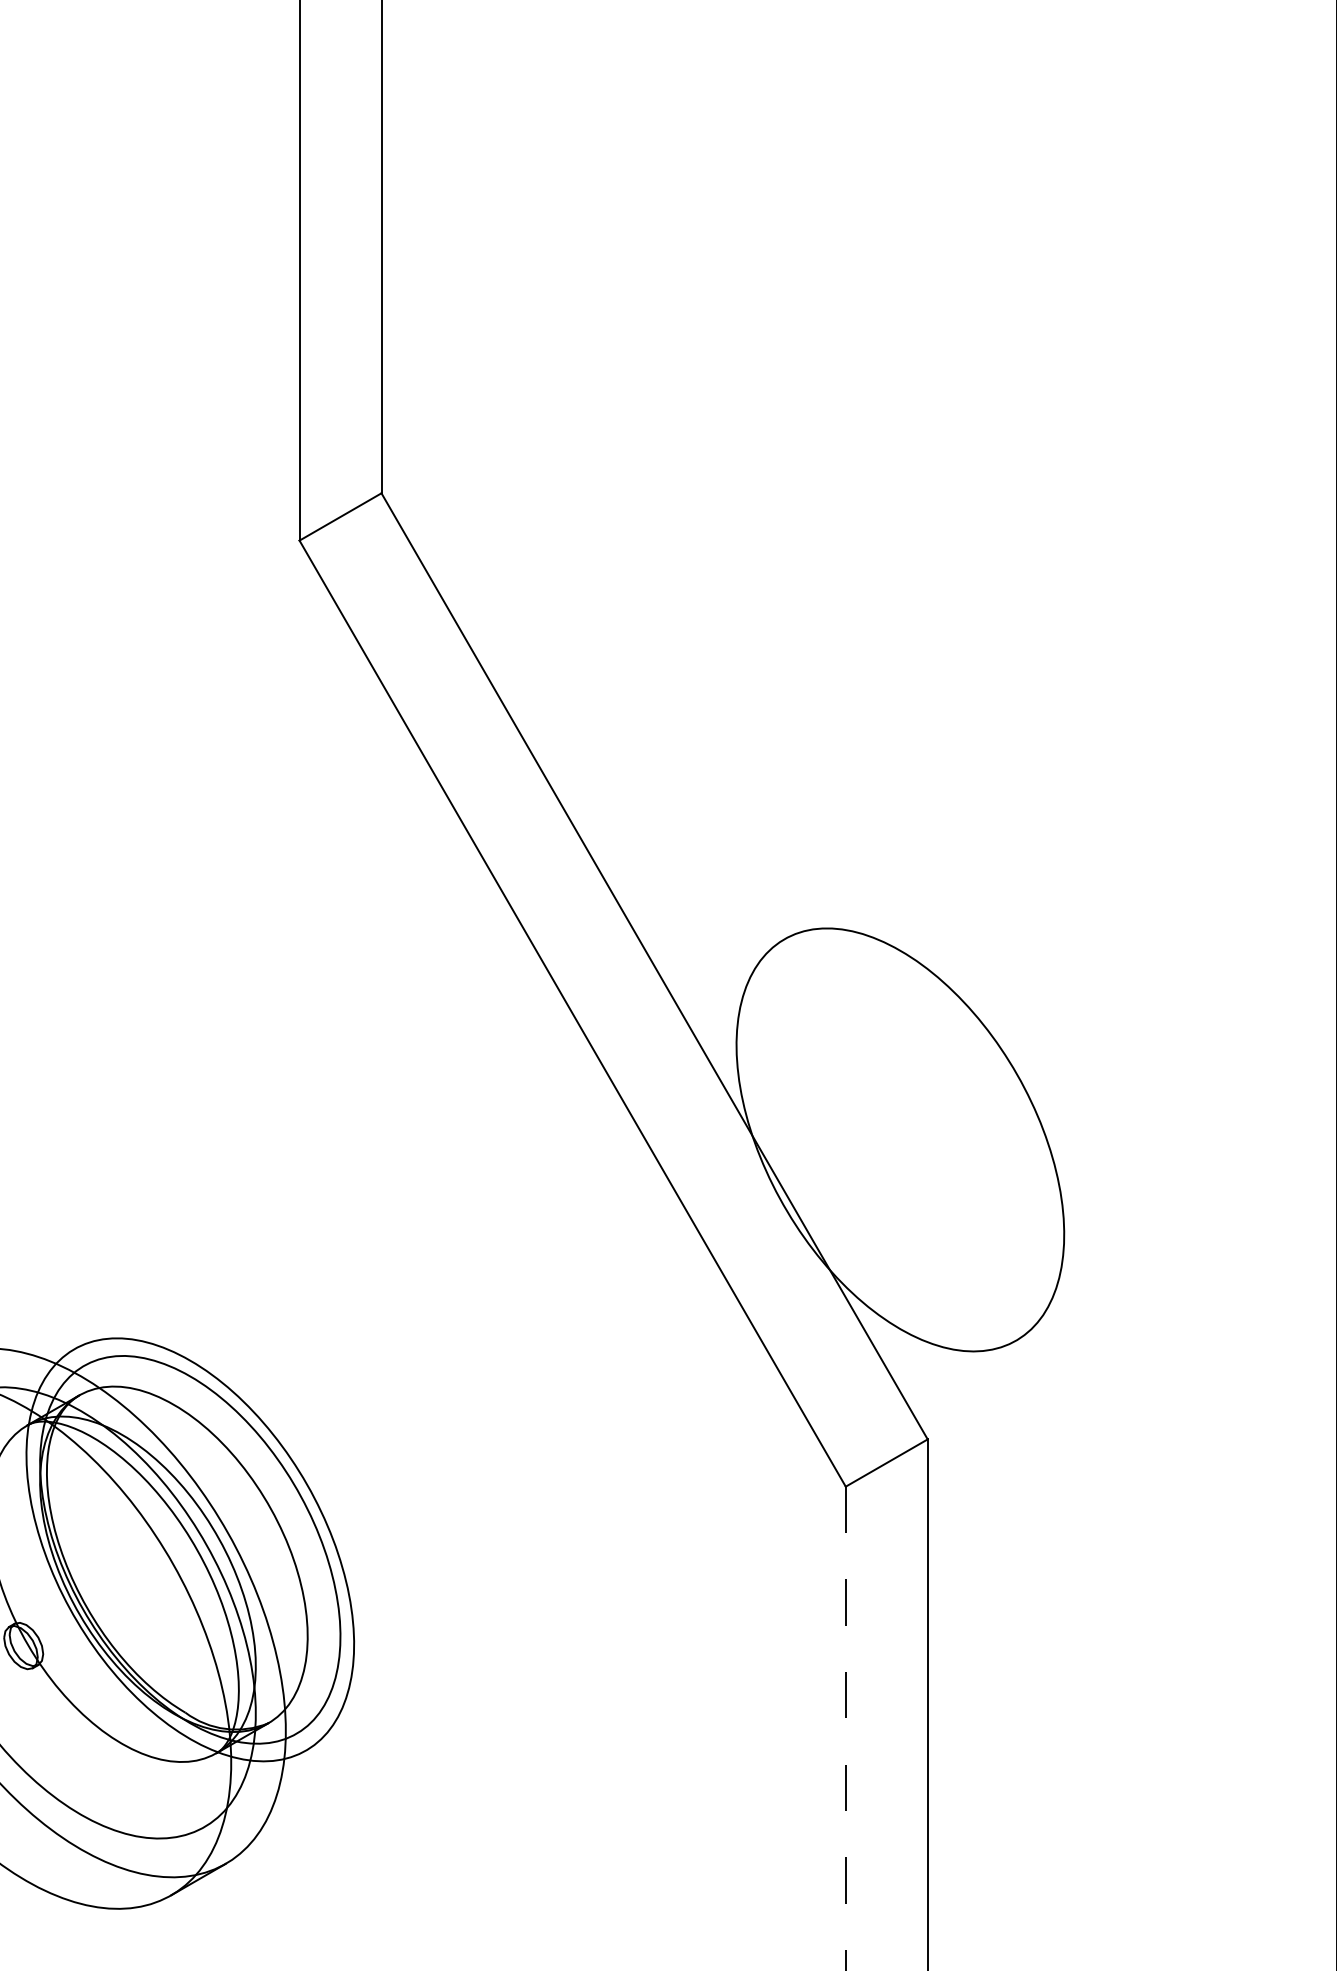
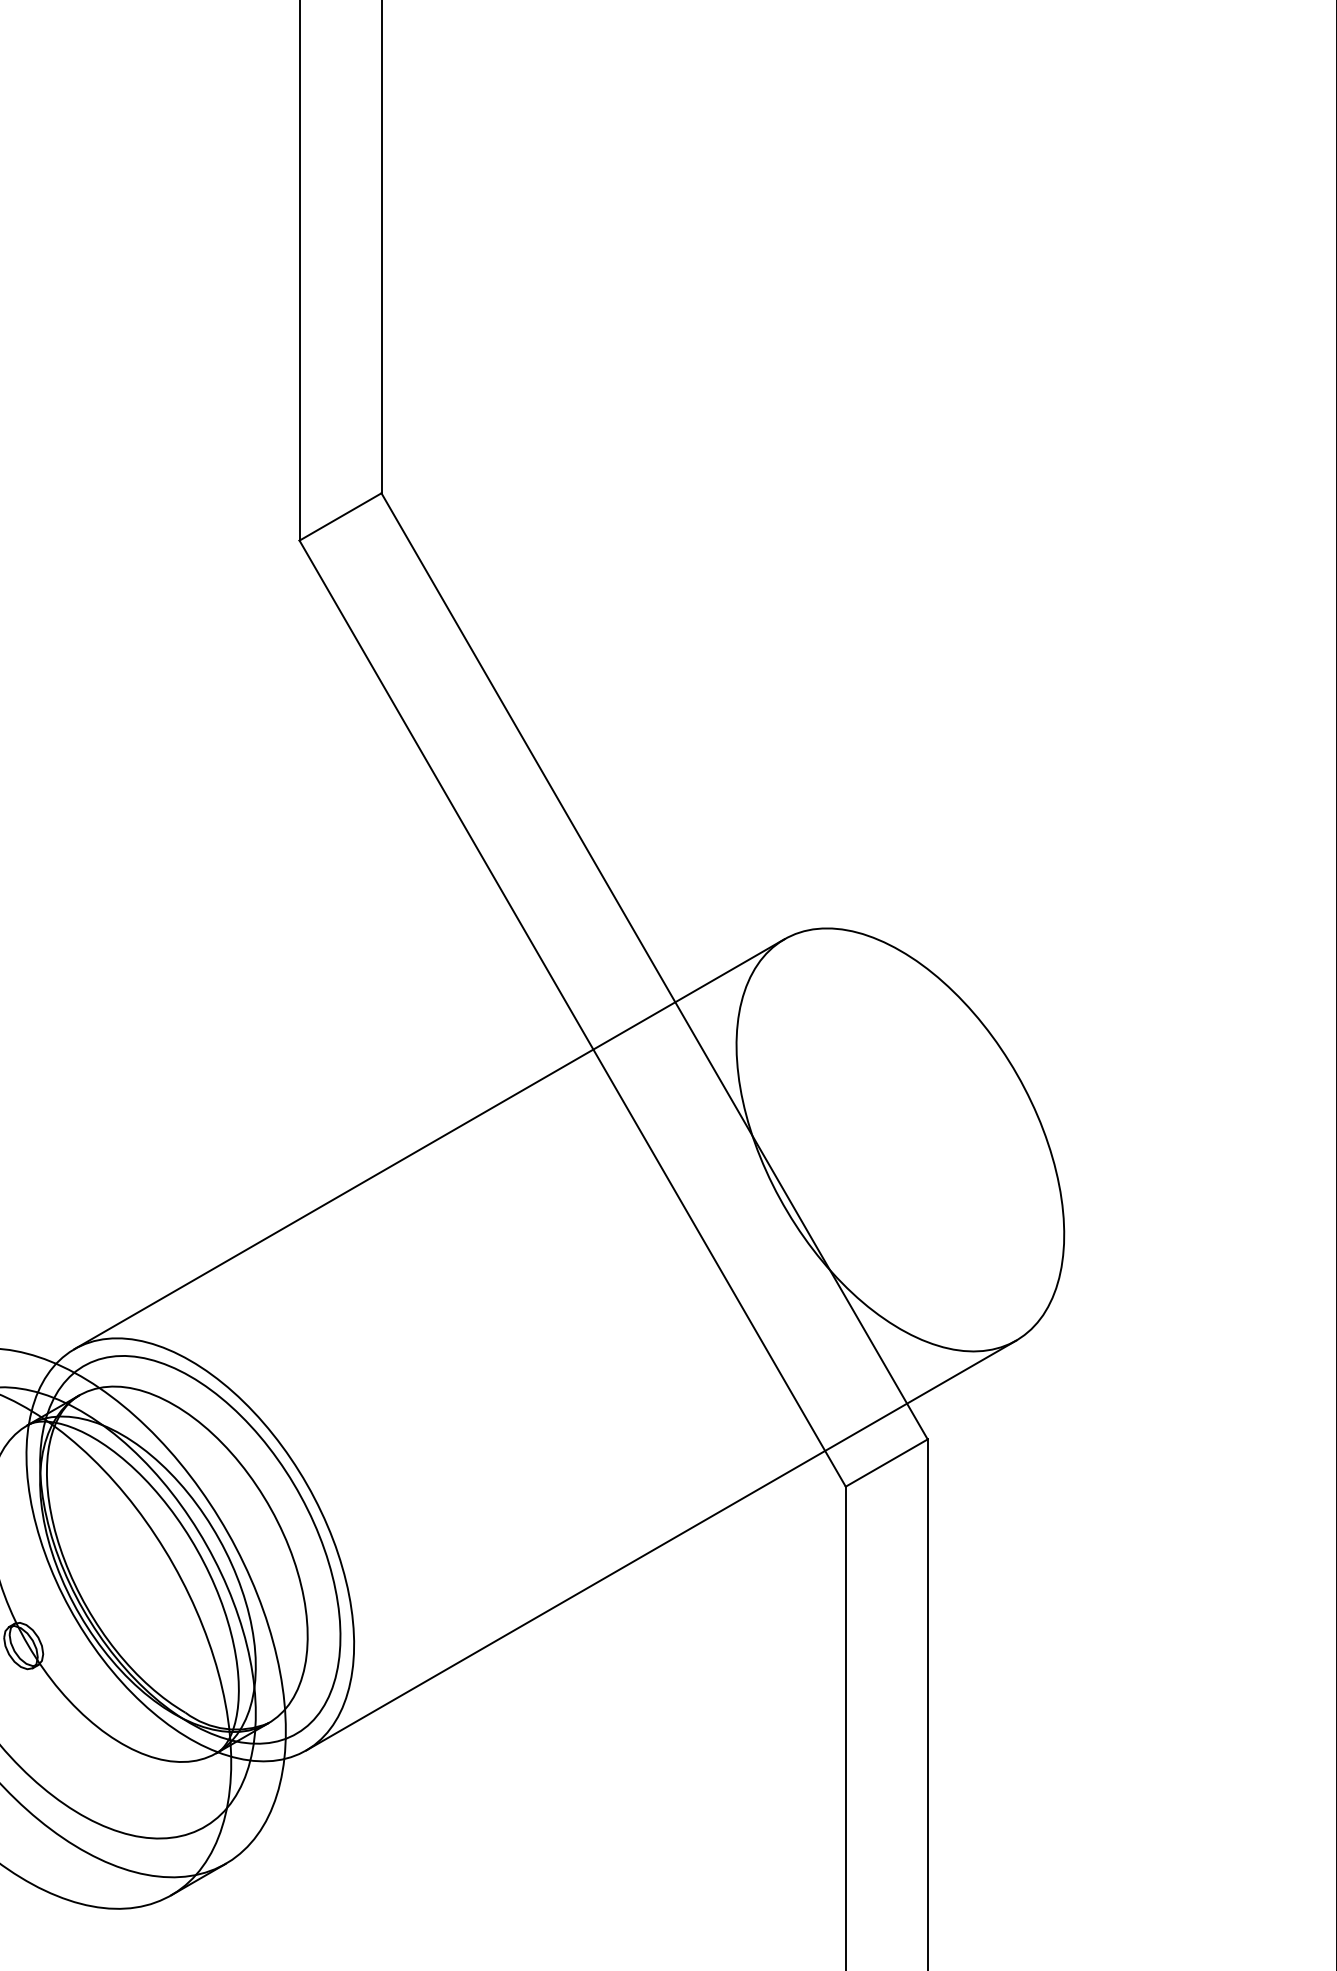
line at (429, 1144): none -> present
line at (661, 1545): none -> present
line at (845, 1728): dashed -> solid
